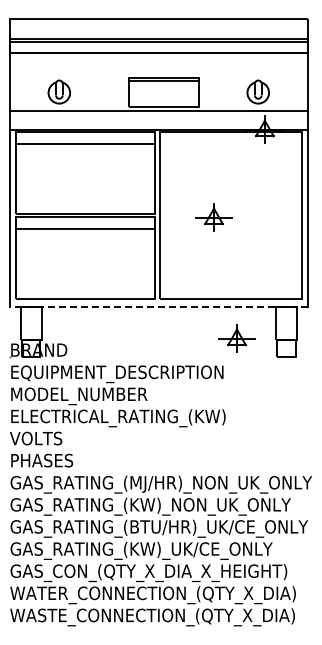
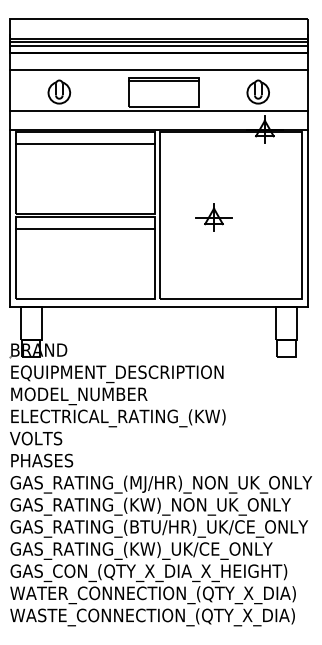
line at (158, 45): none -> present
line at (158, 69): none -> present
line at (158, 307): dashed -> solid
part at (236, 338): present -> none
